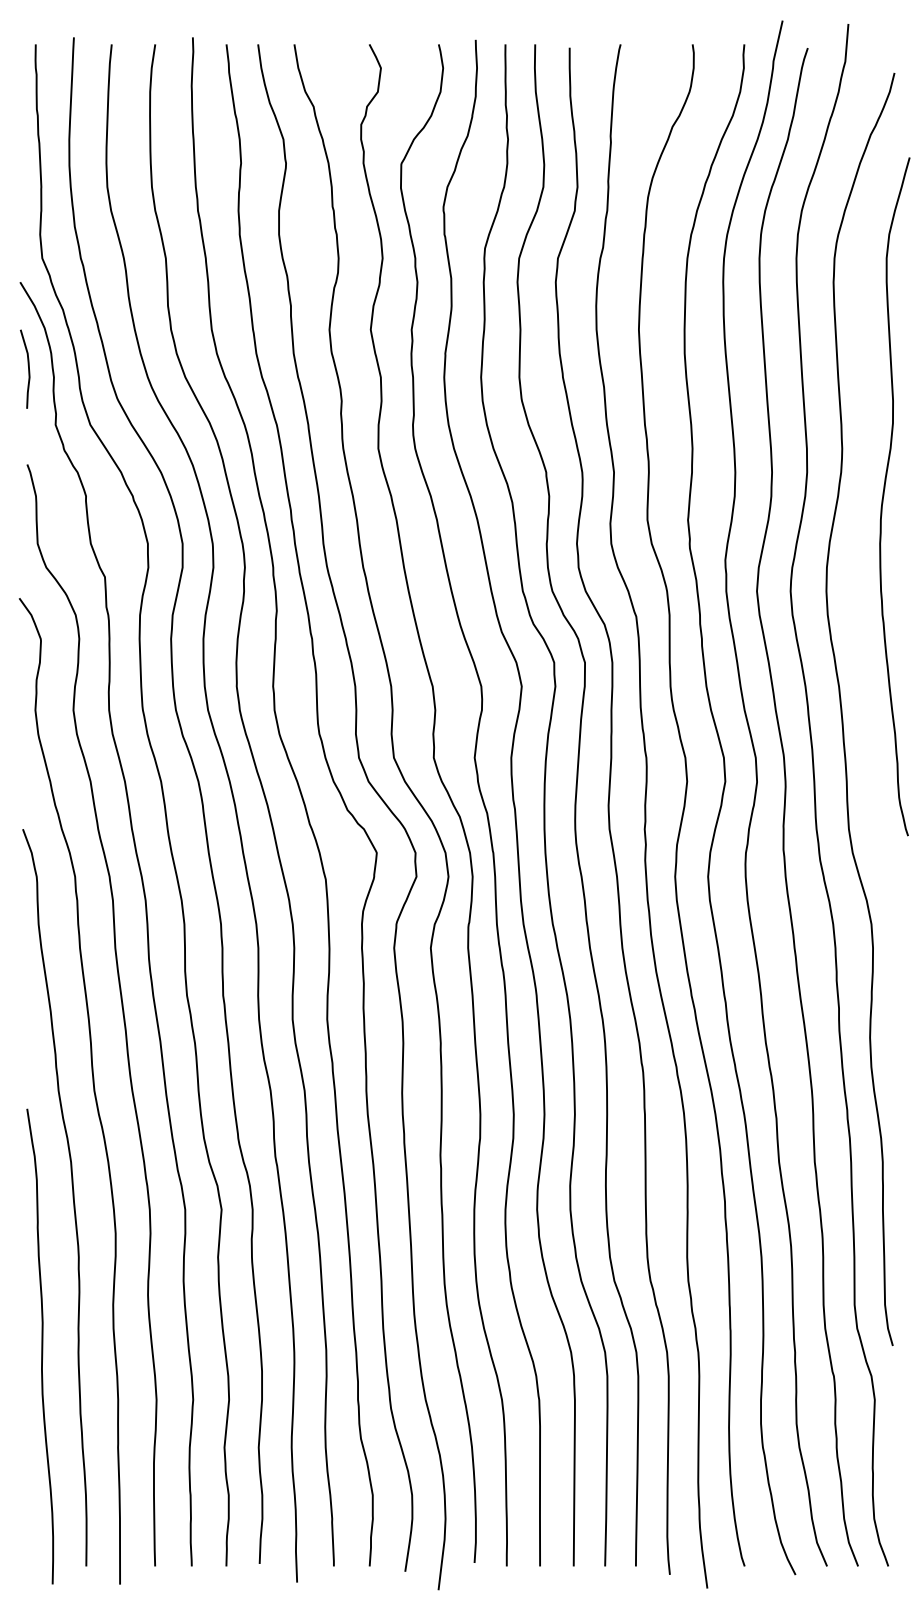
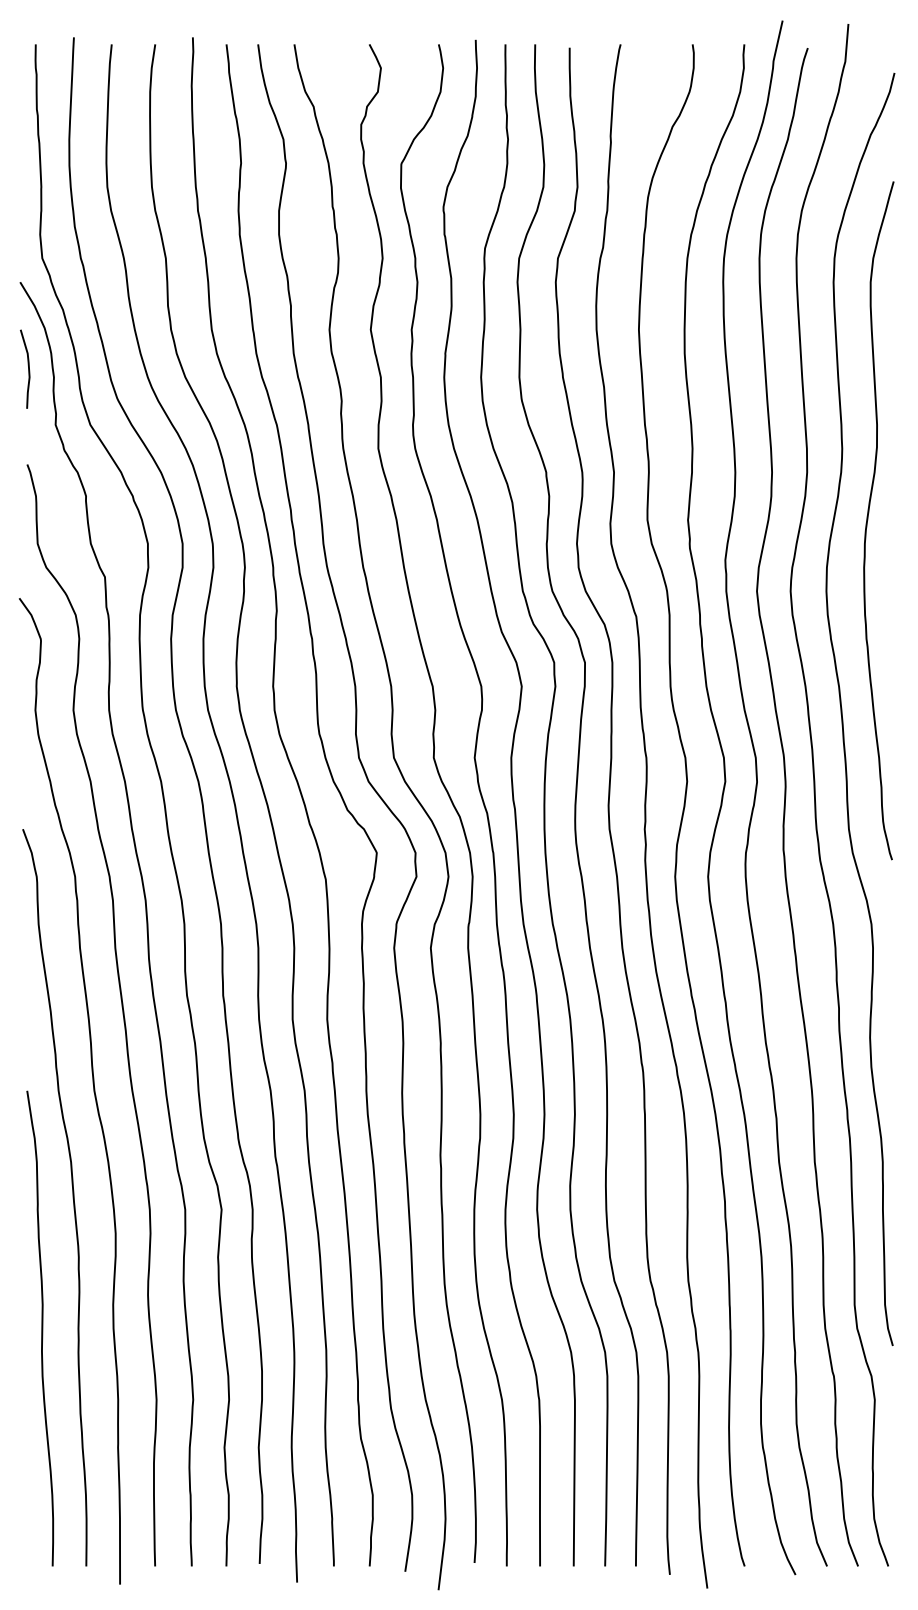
curve at (884, 496) position: (884, 496) -> (868, 520)
curve at (41, 1346) position: (41, 1346) -> (41, 1328)
